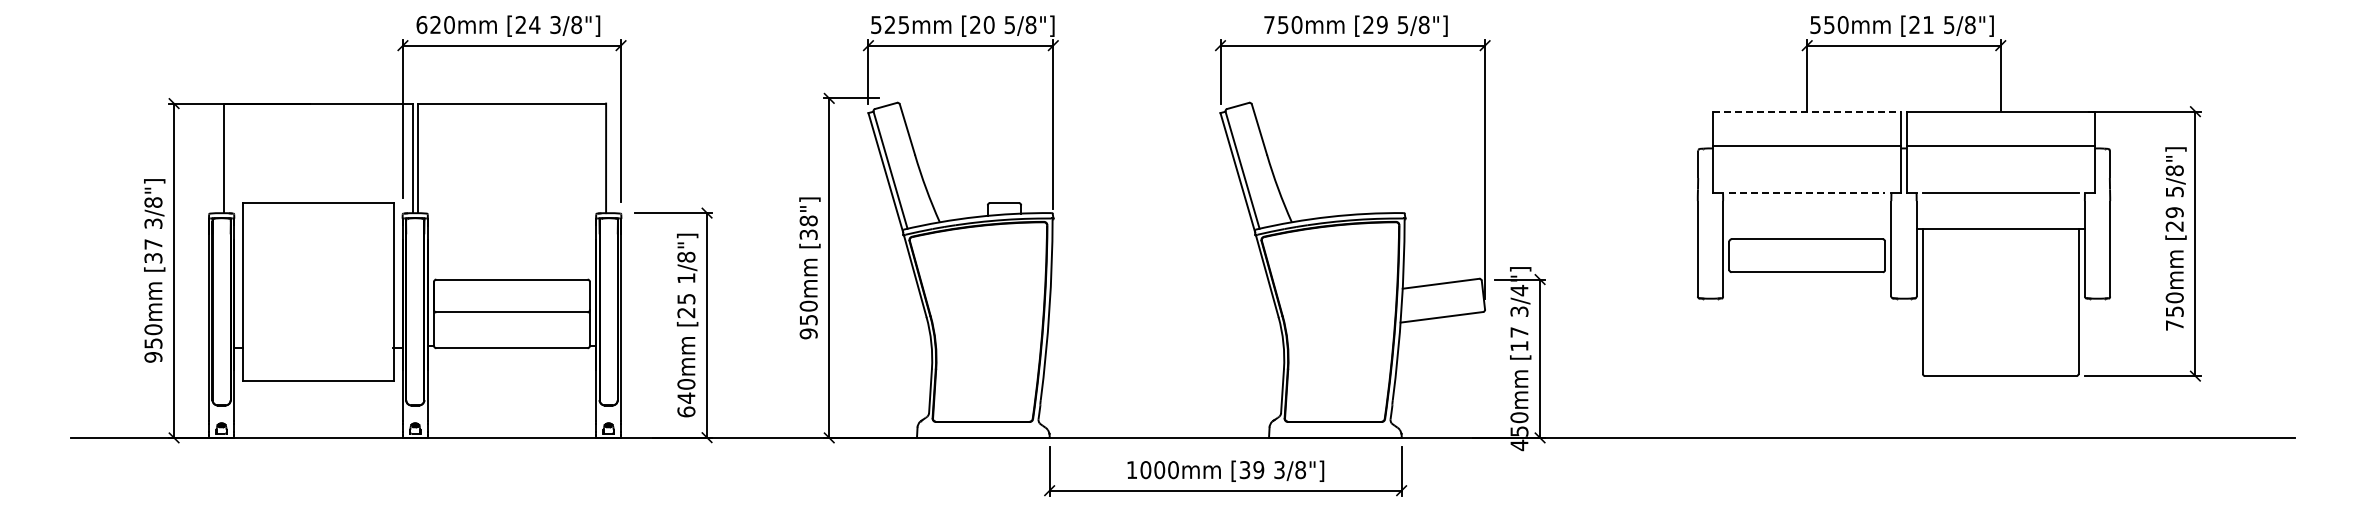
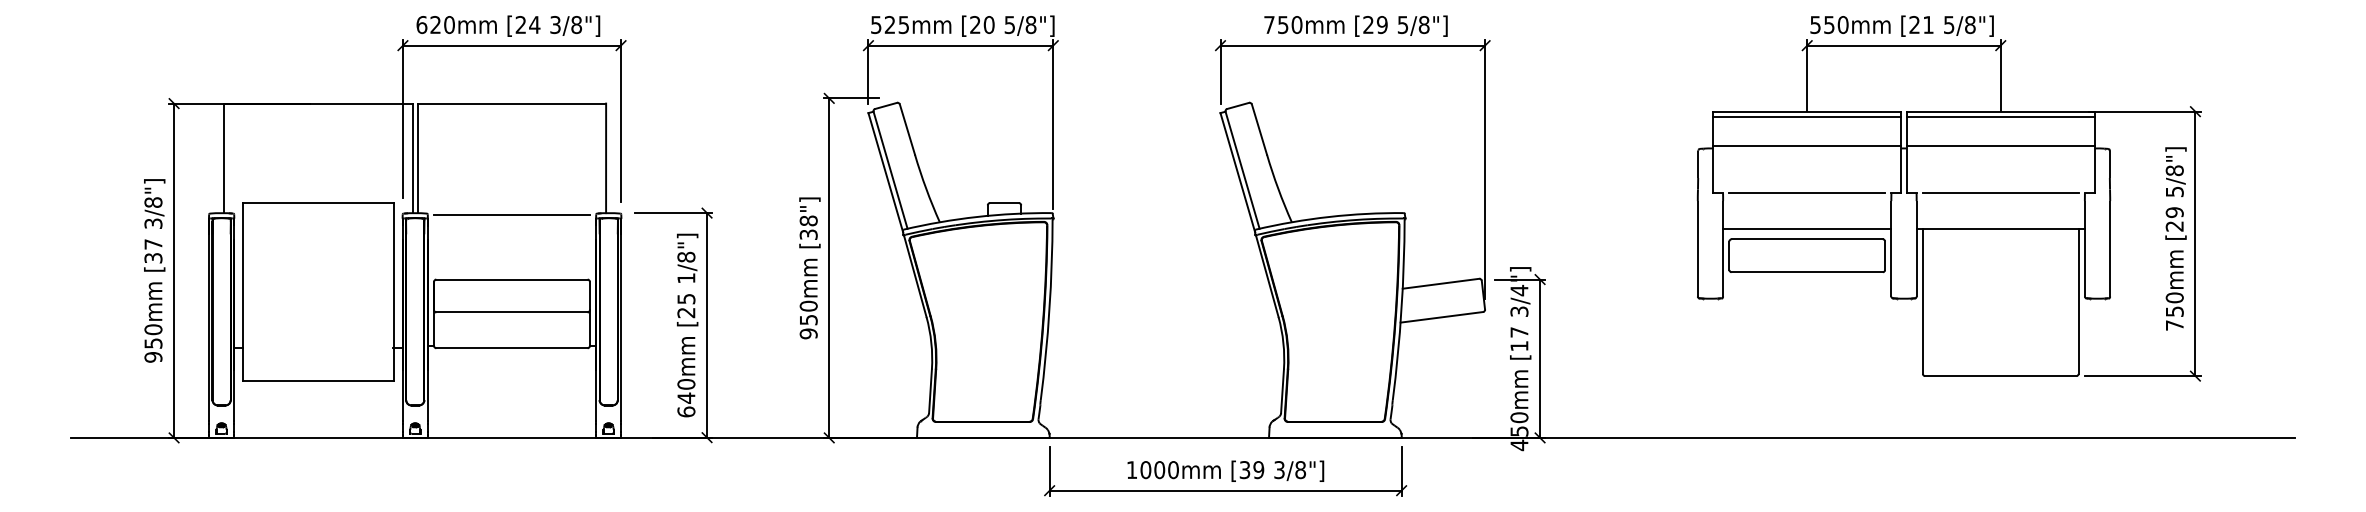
line at (1807, 111): dashed -> solid
line at (1807, 116): none -> present
line at (2000, 116): none -> present
line at (1807, 193): dashed -> solid
line at (511, 214): none -> present
line at (1806, 229): none -> present
